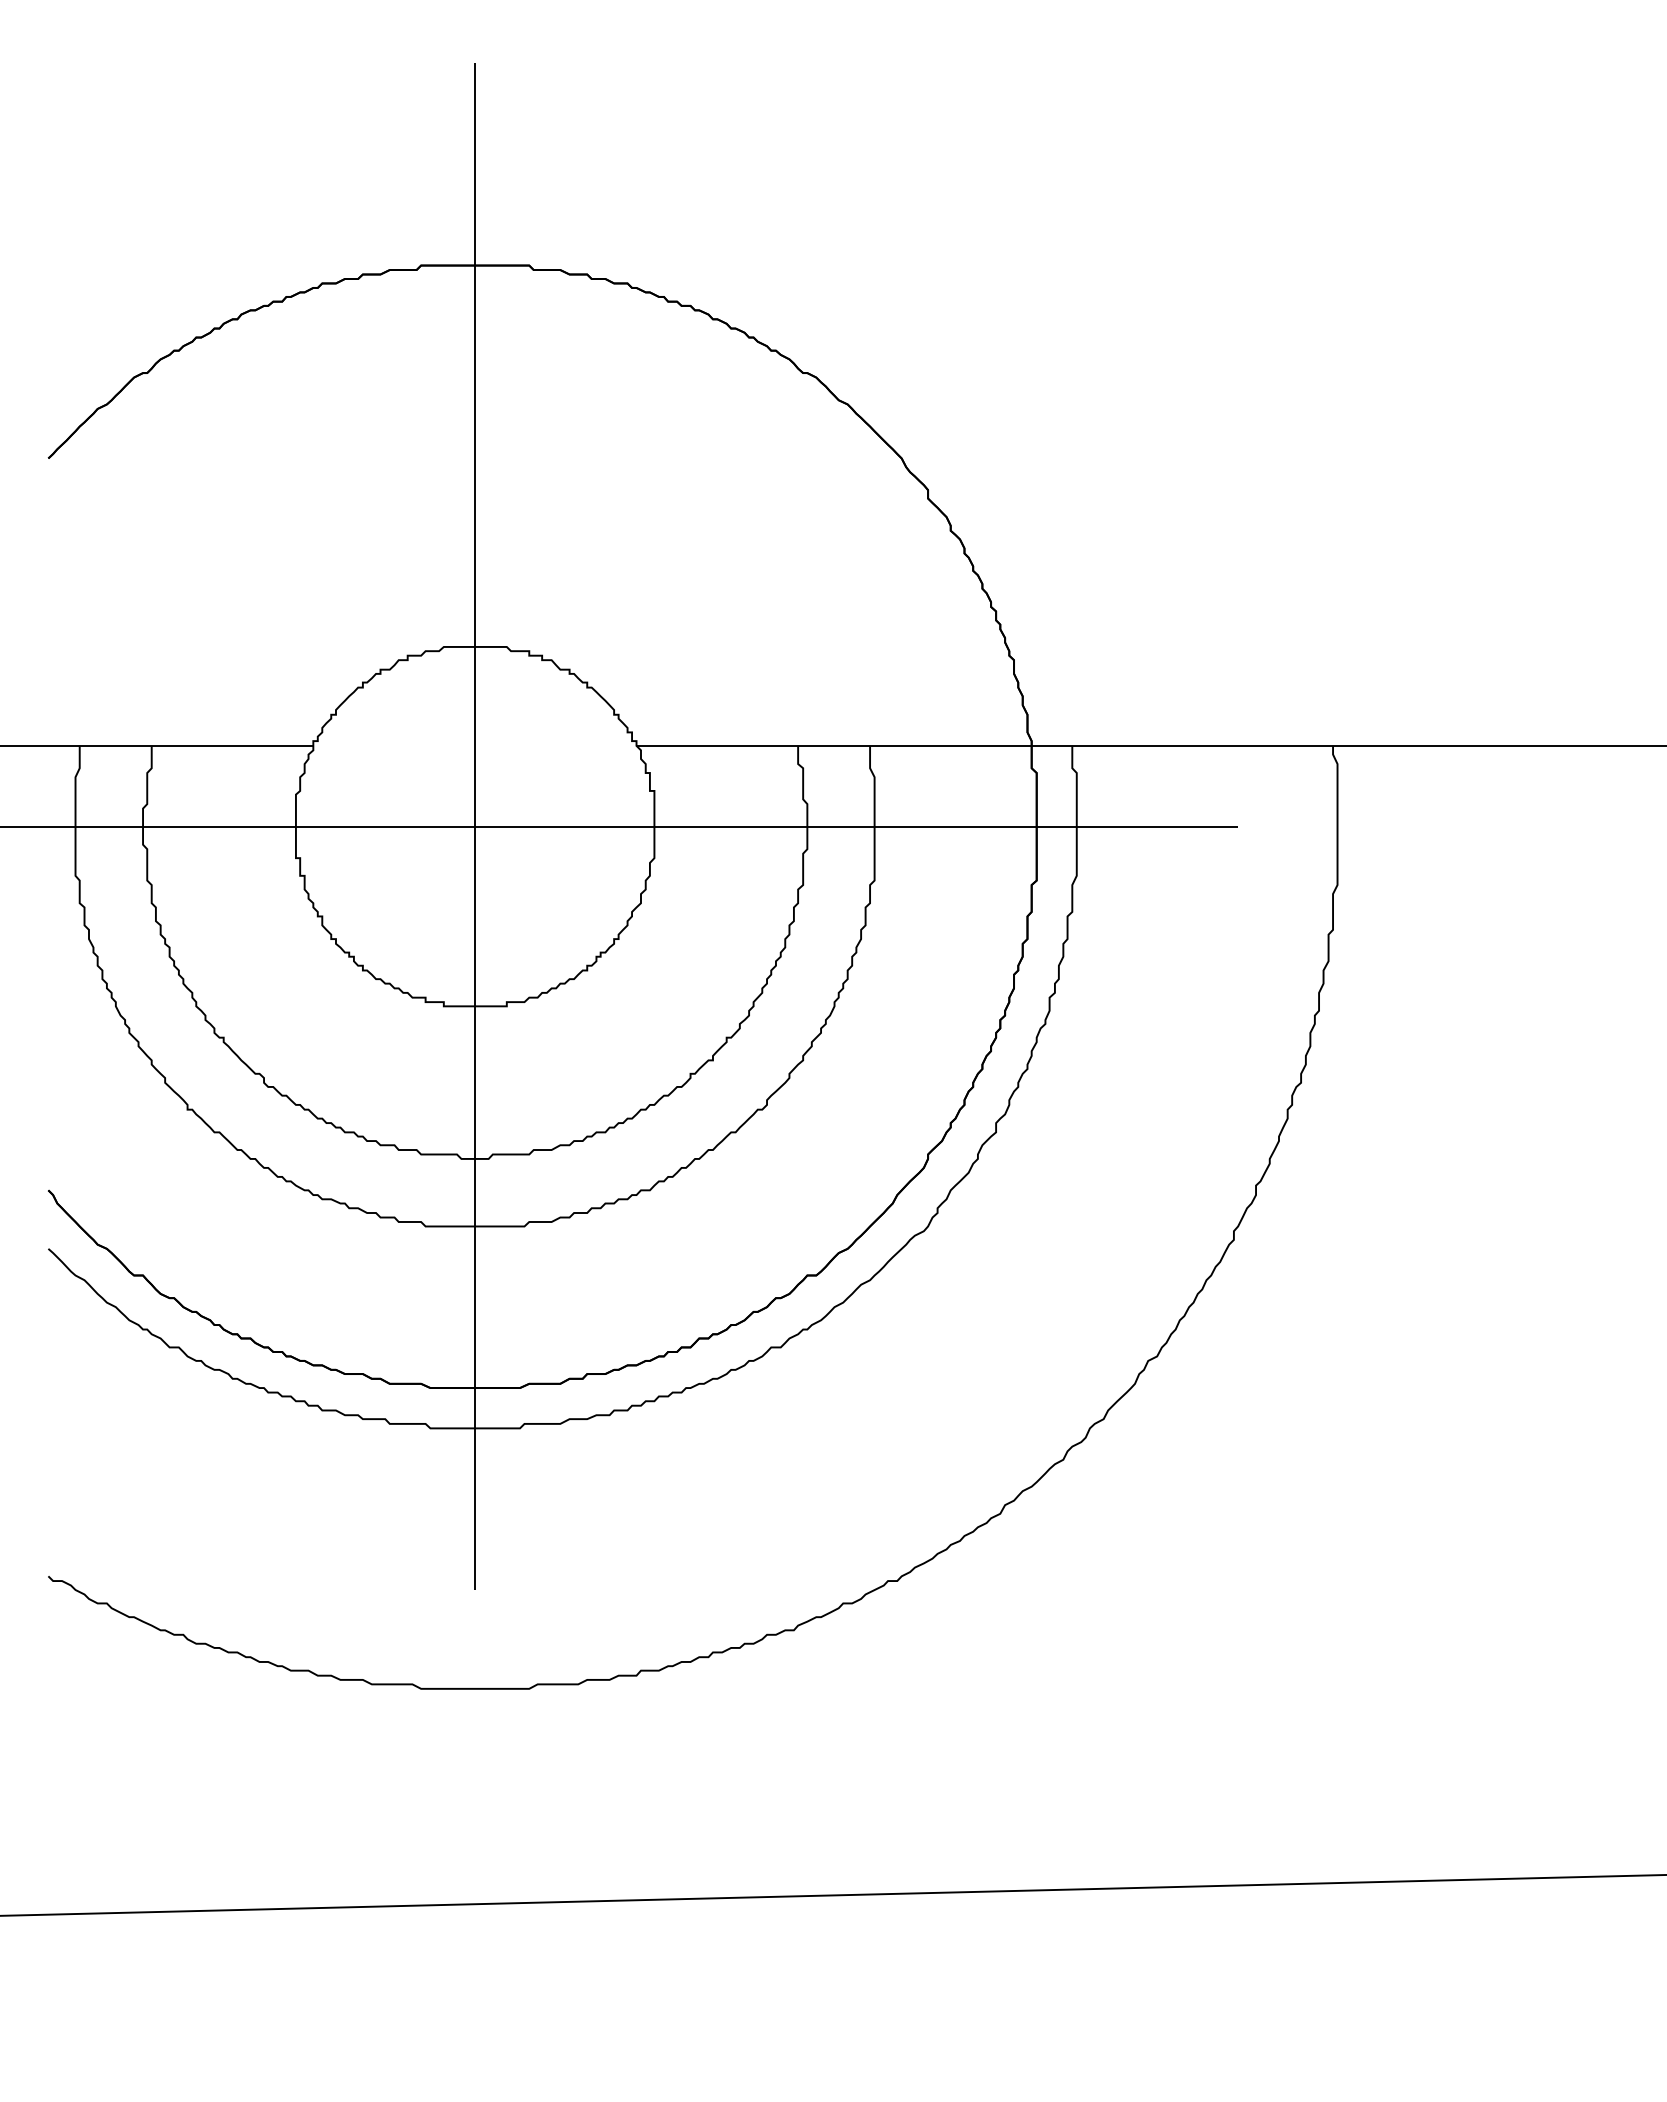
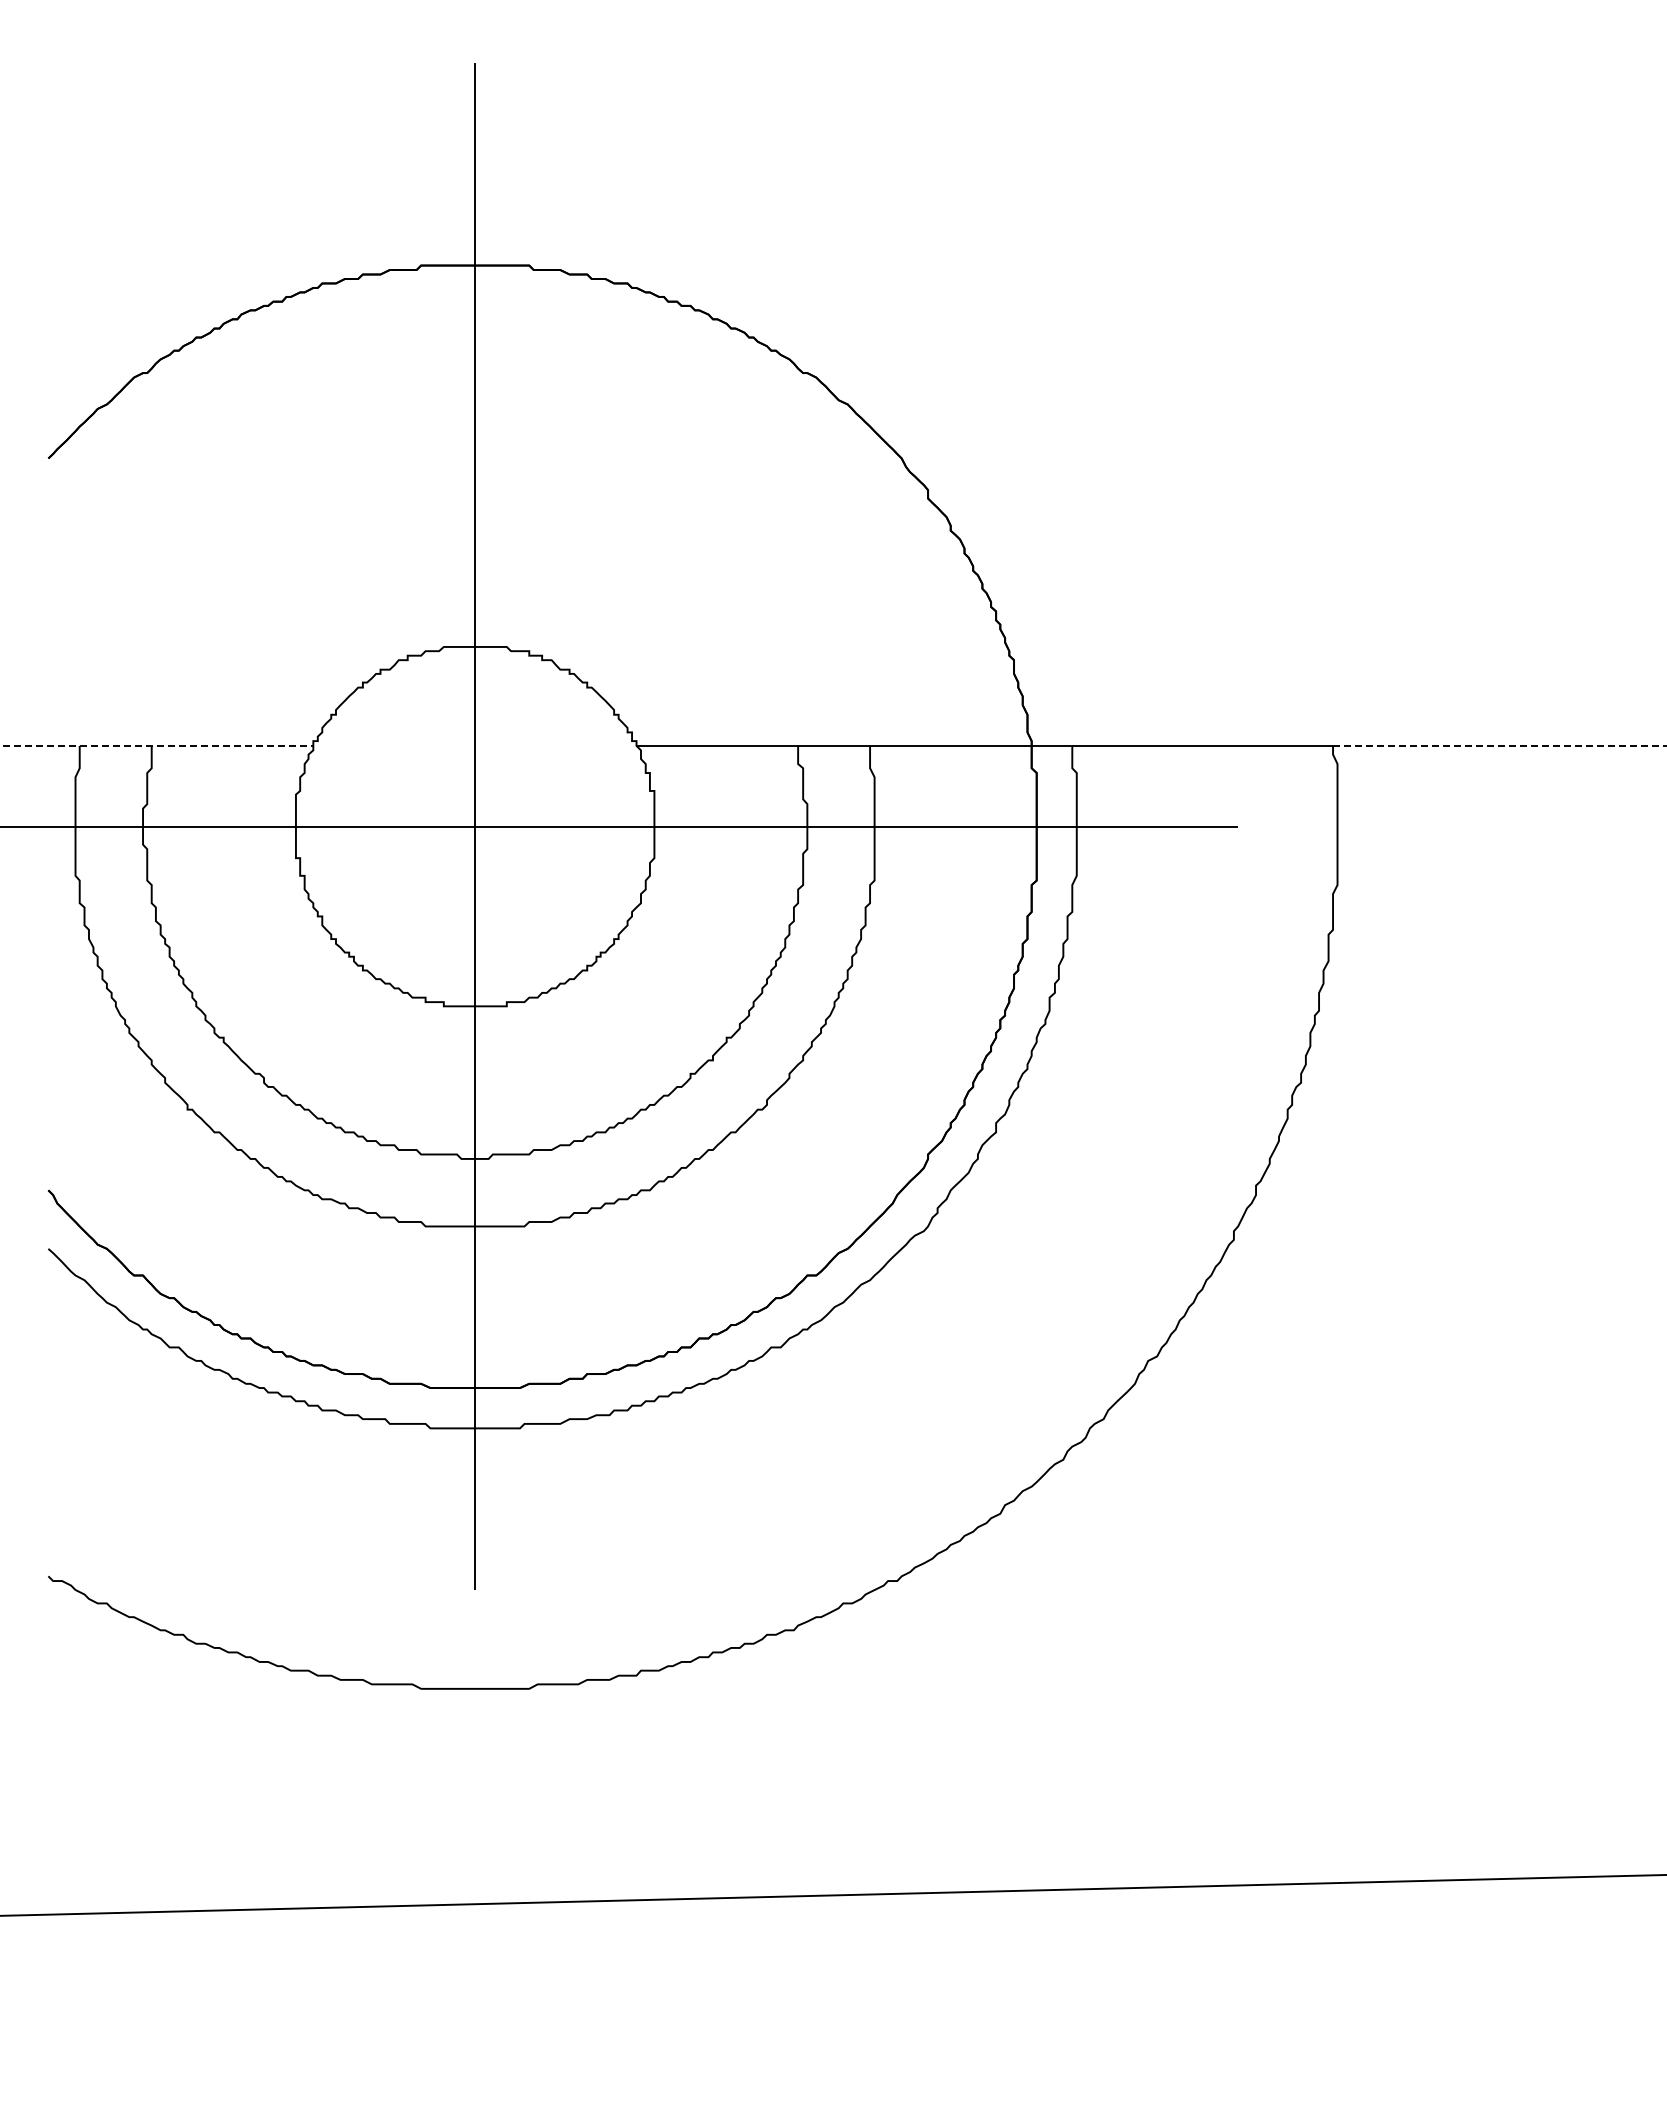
line at (157, 745): solid -> dashed
line at (1500, 745): solid -> dashed
